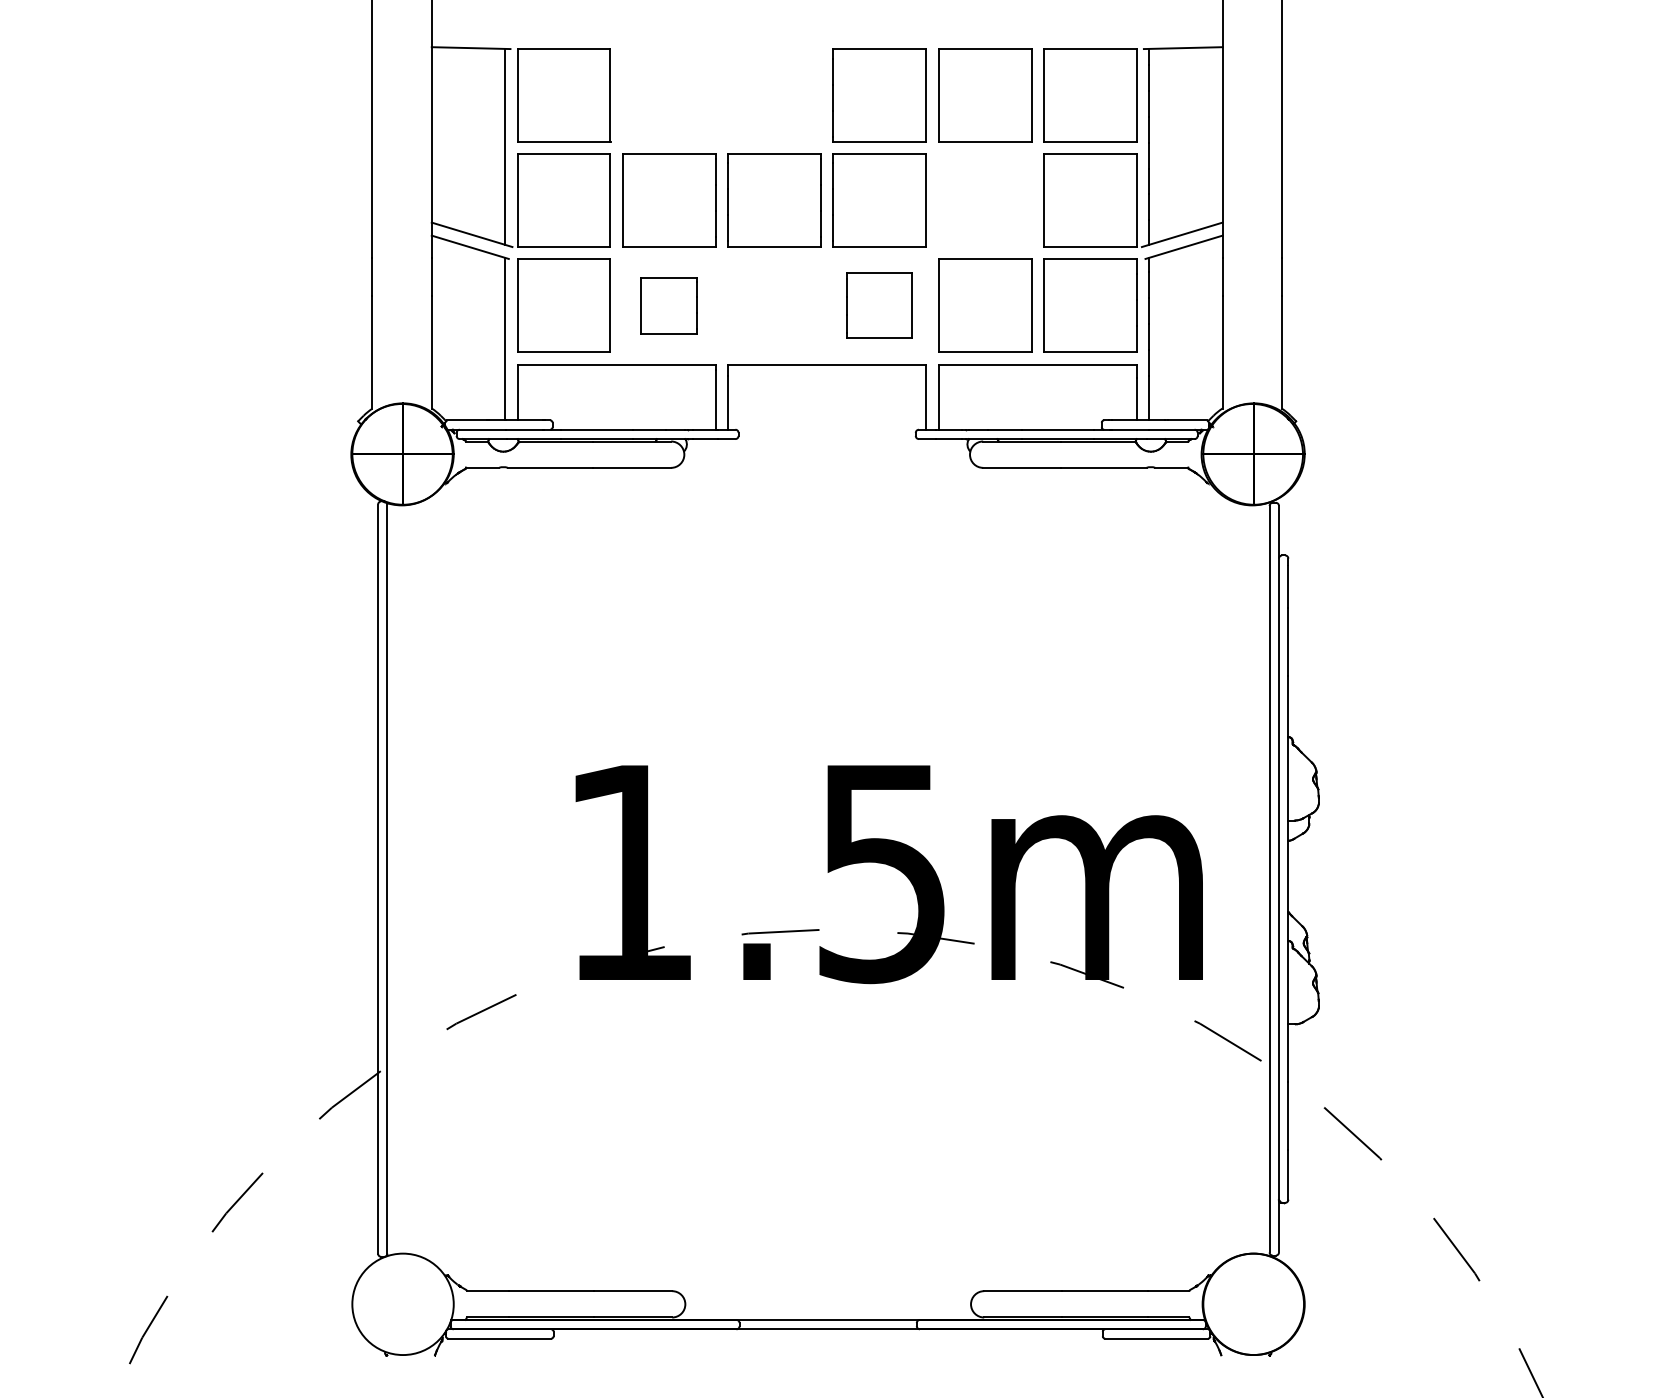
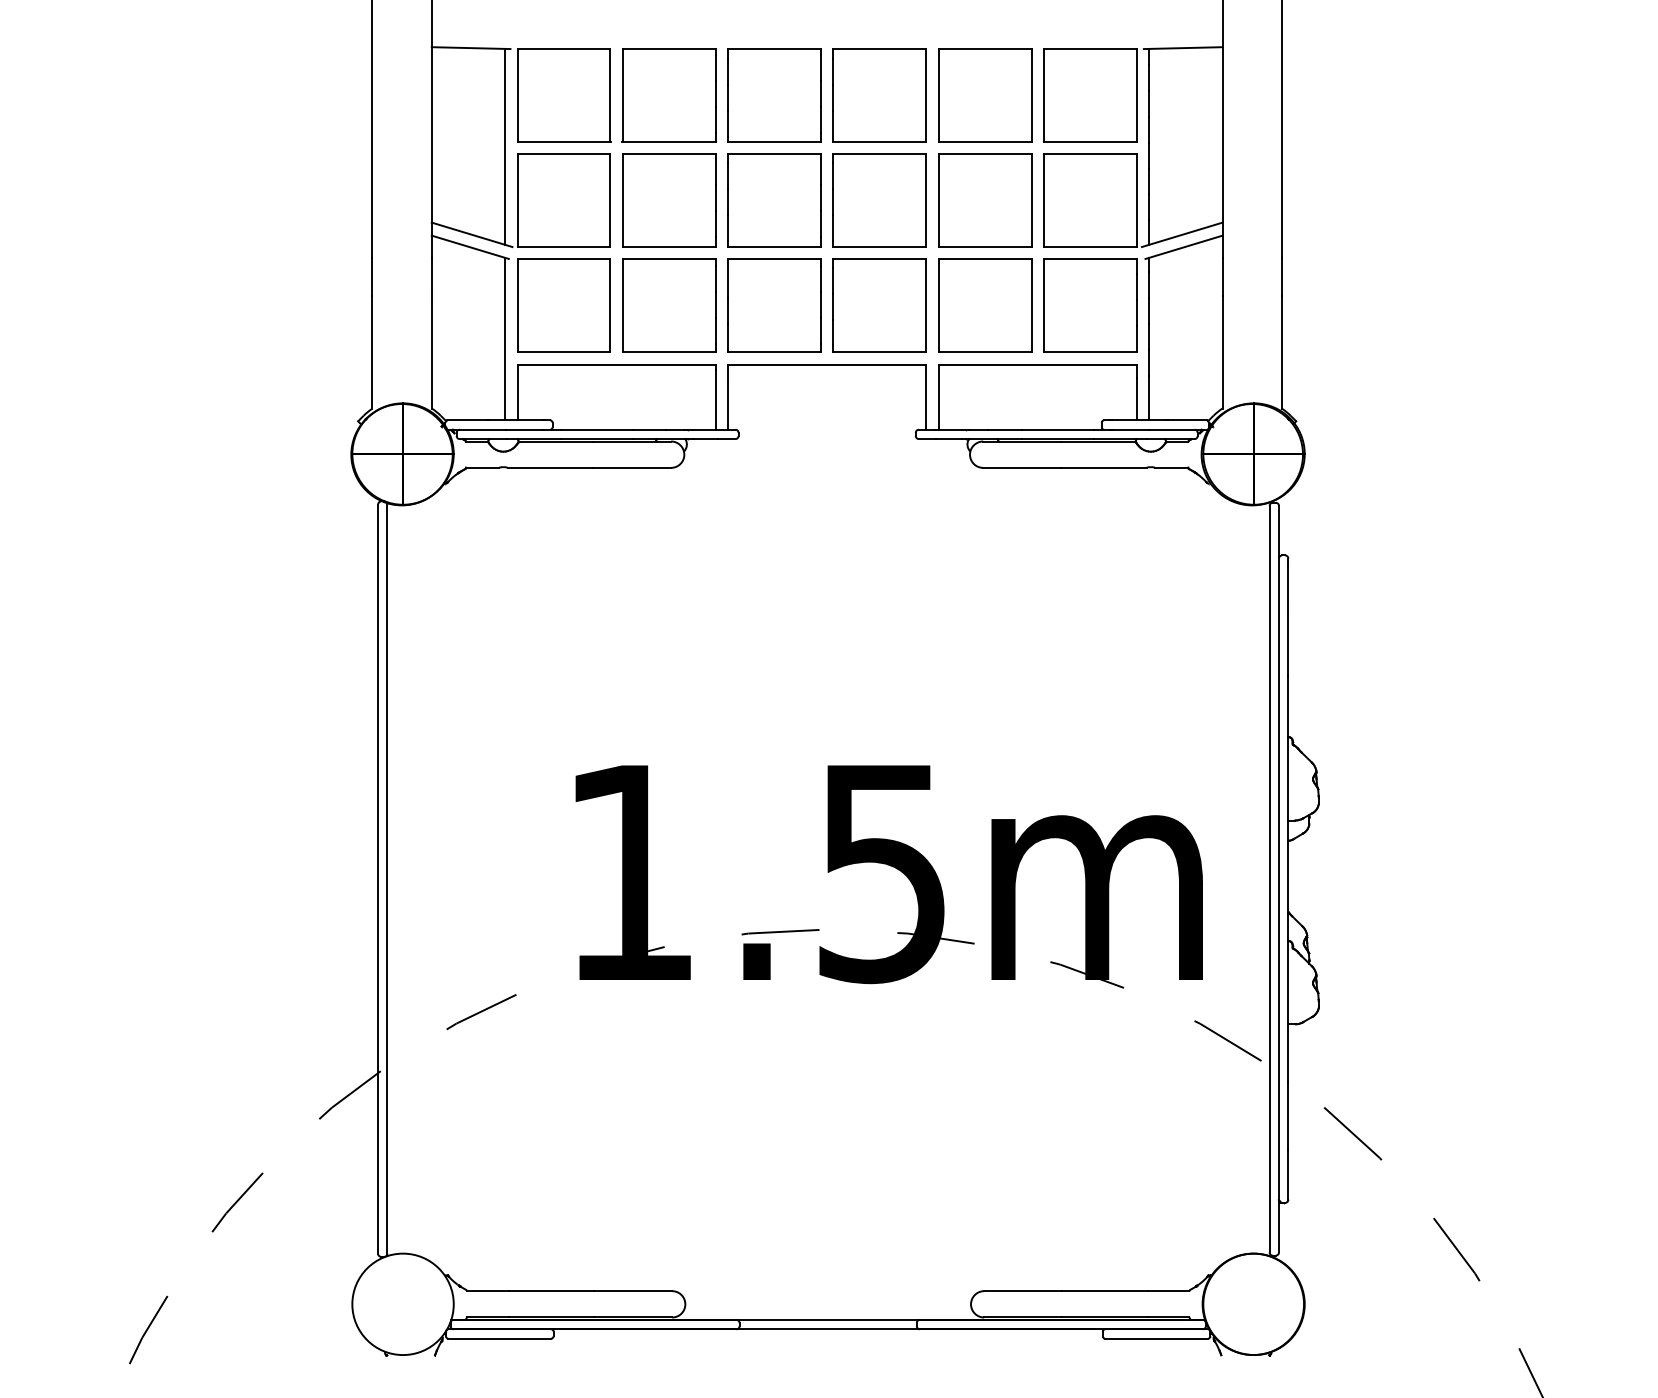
part at (668, 95): none -> present
part at (774, 95): none -> present
part at (985, 200): none -> present
part at (668, 305) size: 58x58 px -> 95x95 px
part at (774, 305): none -> present
part at (879, 305) size: 67x67 px -> 95x95 px
